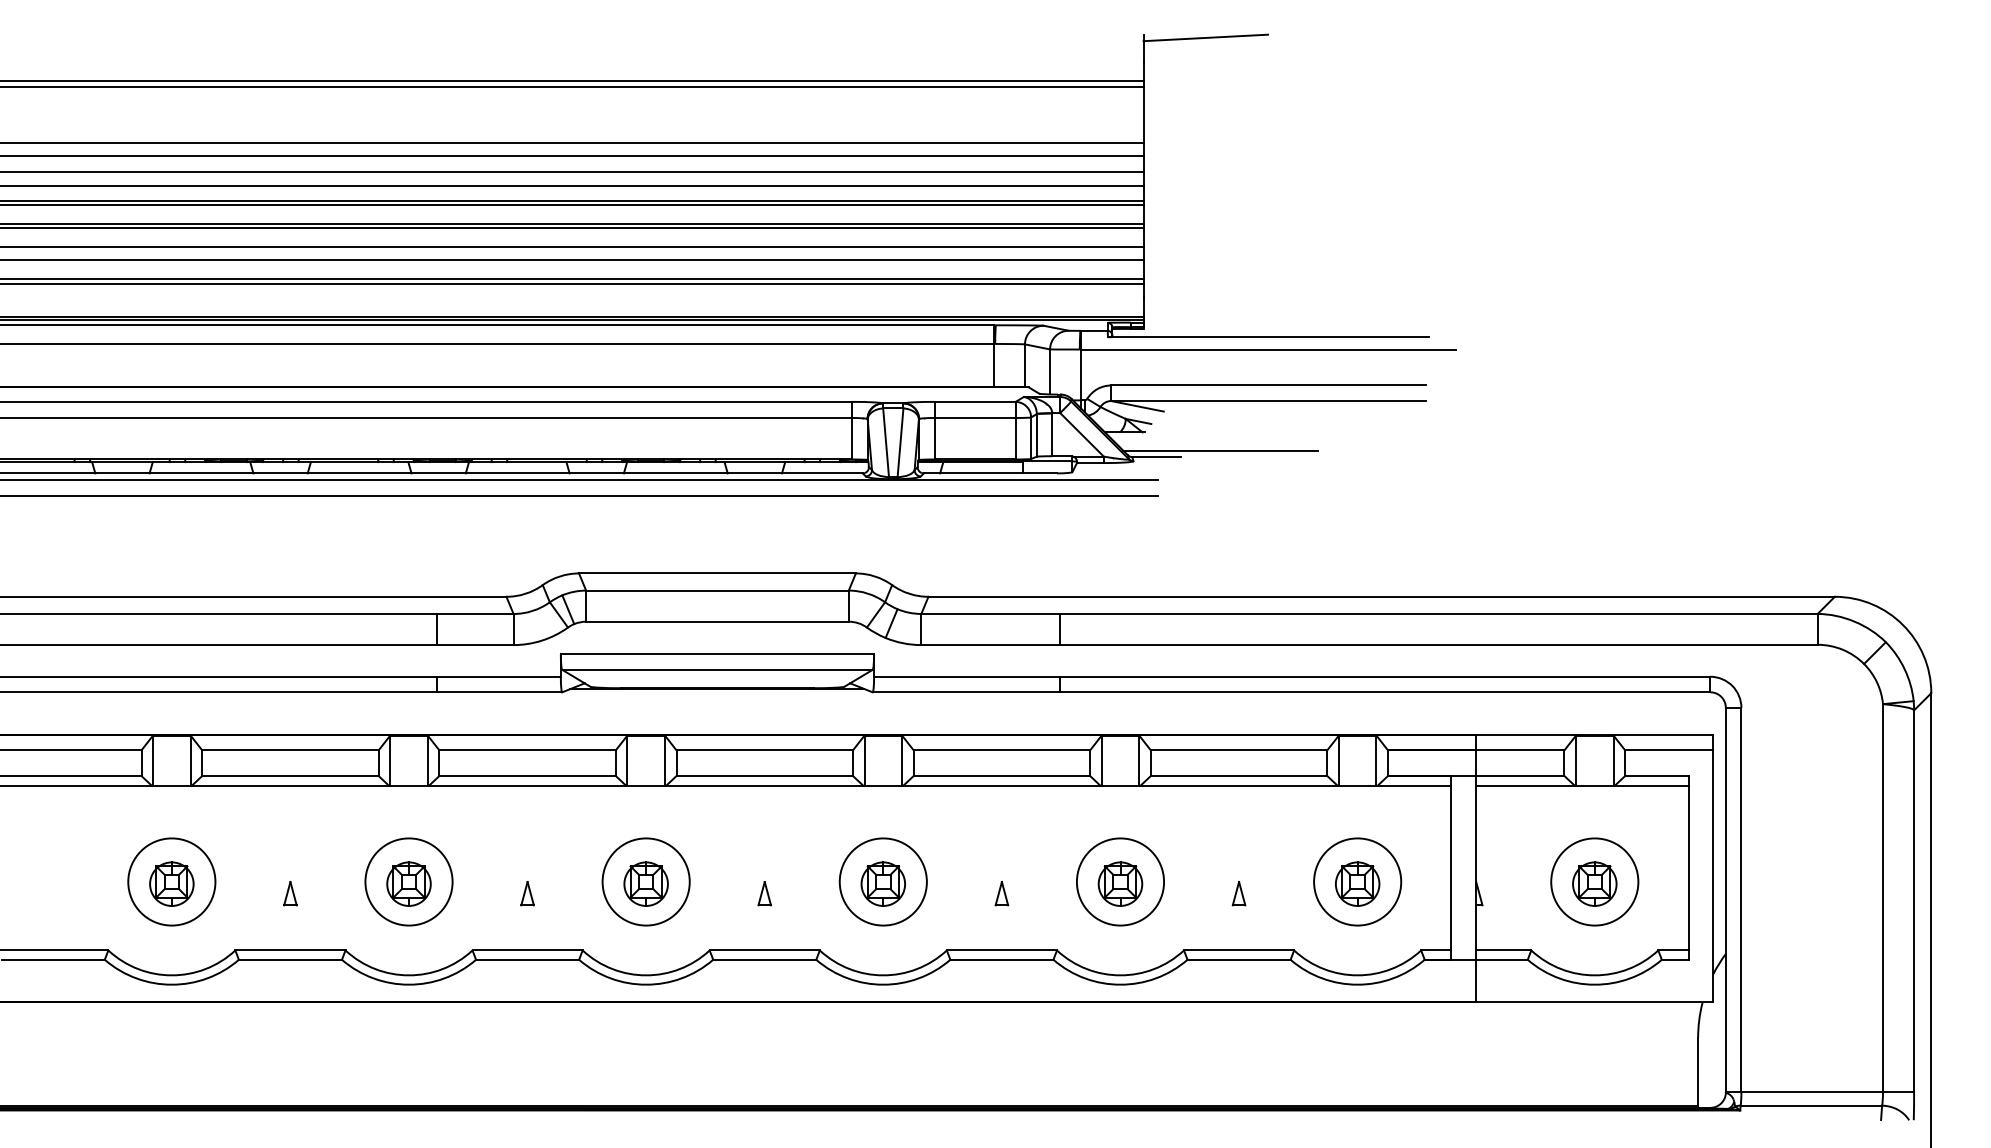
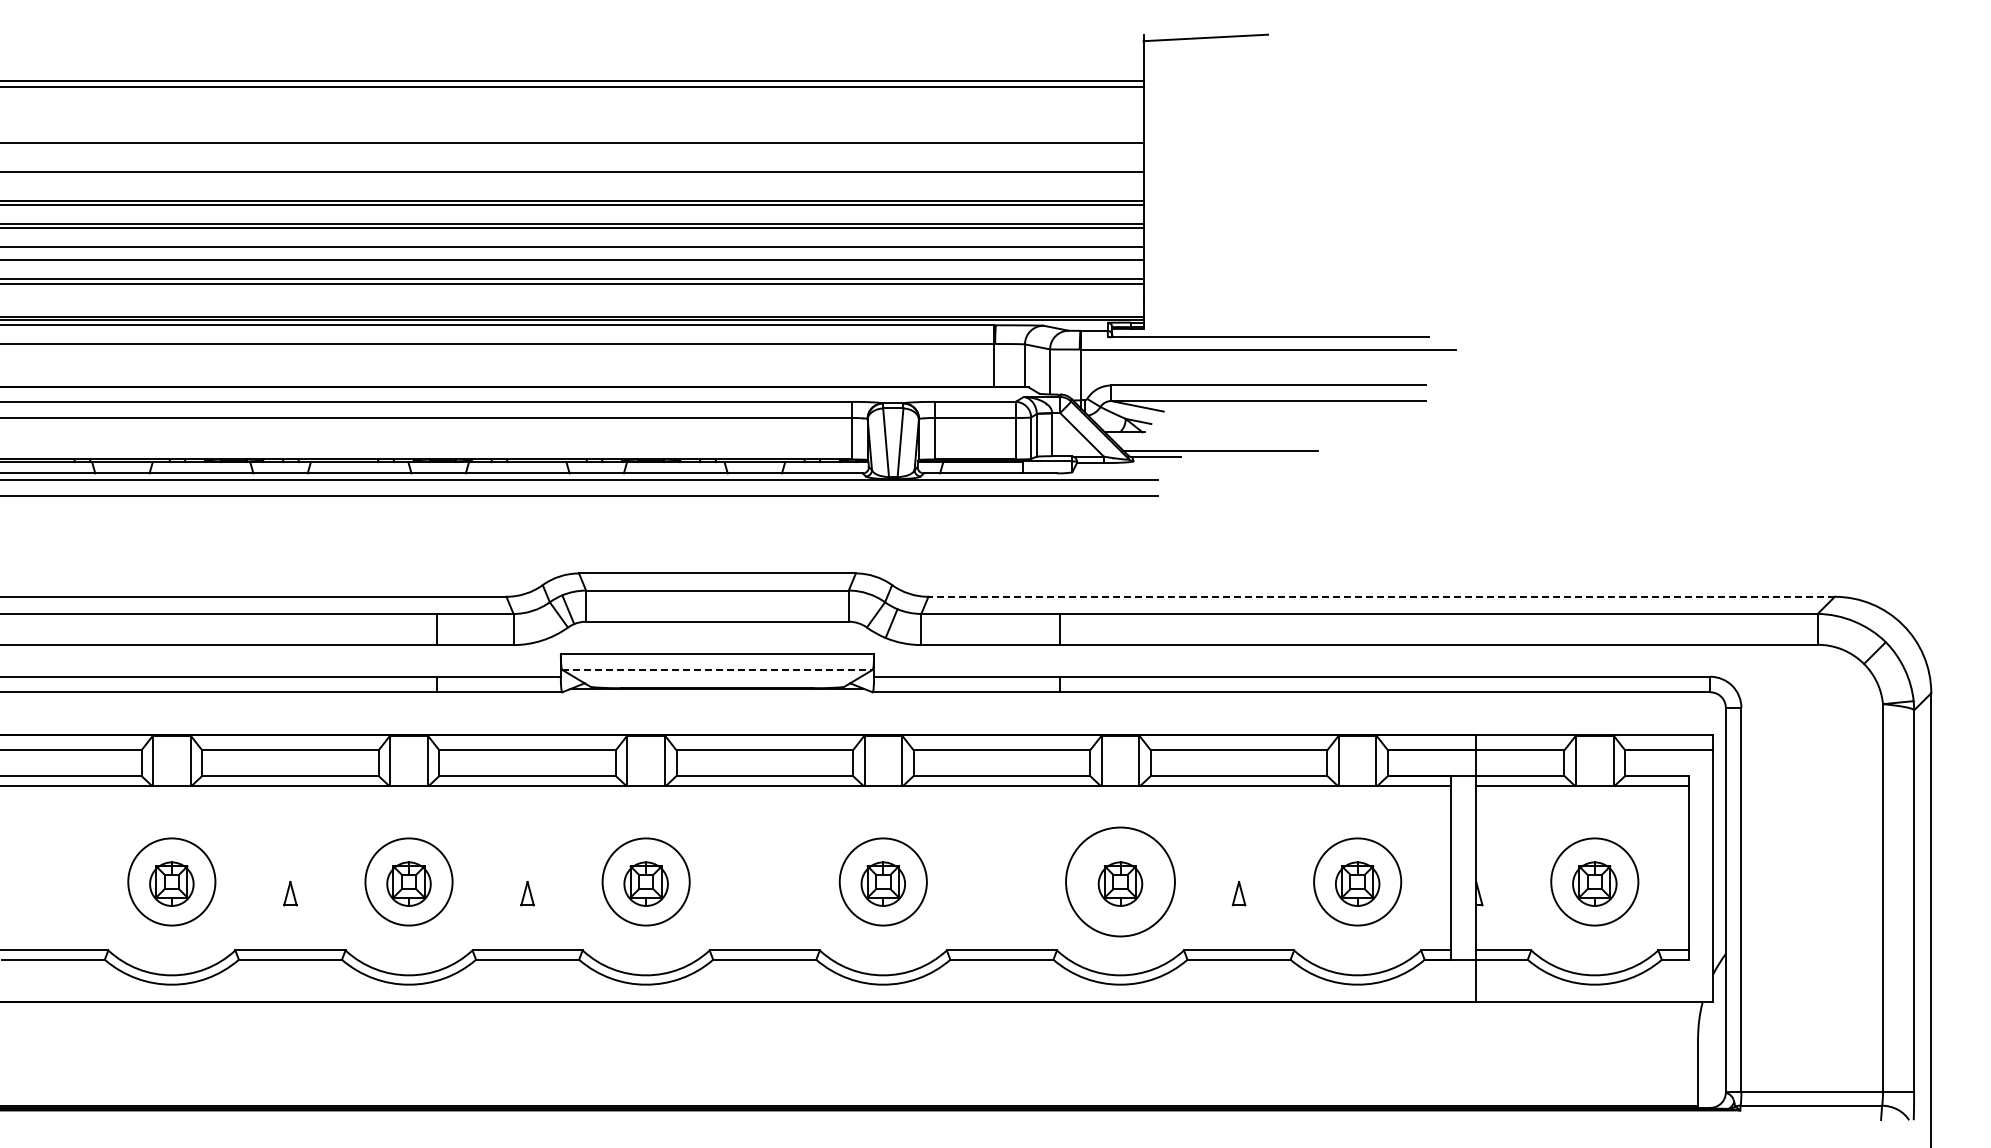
line at (572, 155): present -> none
line at (572, 186): present -> none
line at (1381, 596): solid -> dashed
line at (717, 669): solid -> dashed
circle at (1120, 881) diameter: 87 px -> 109 px
part at (764, 893): present -> none
part at (1001, 893): present -> none
